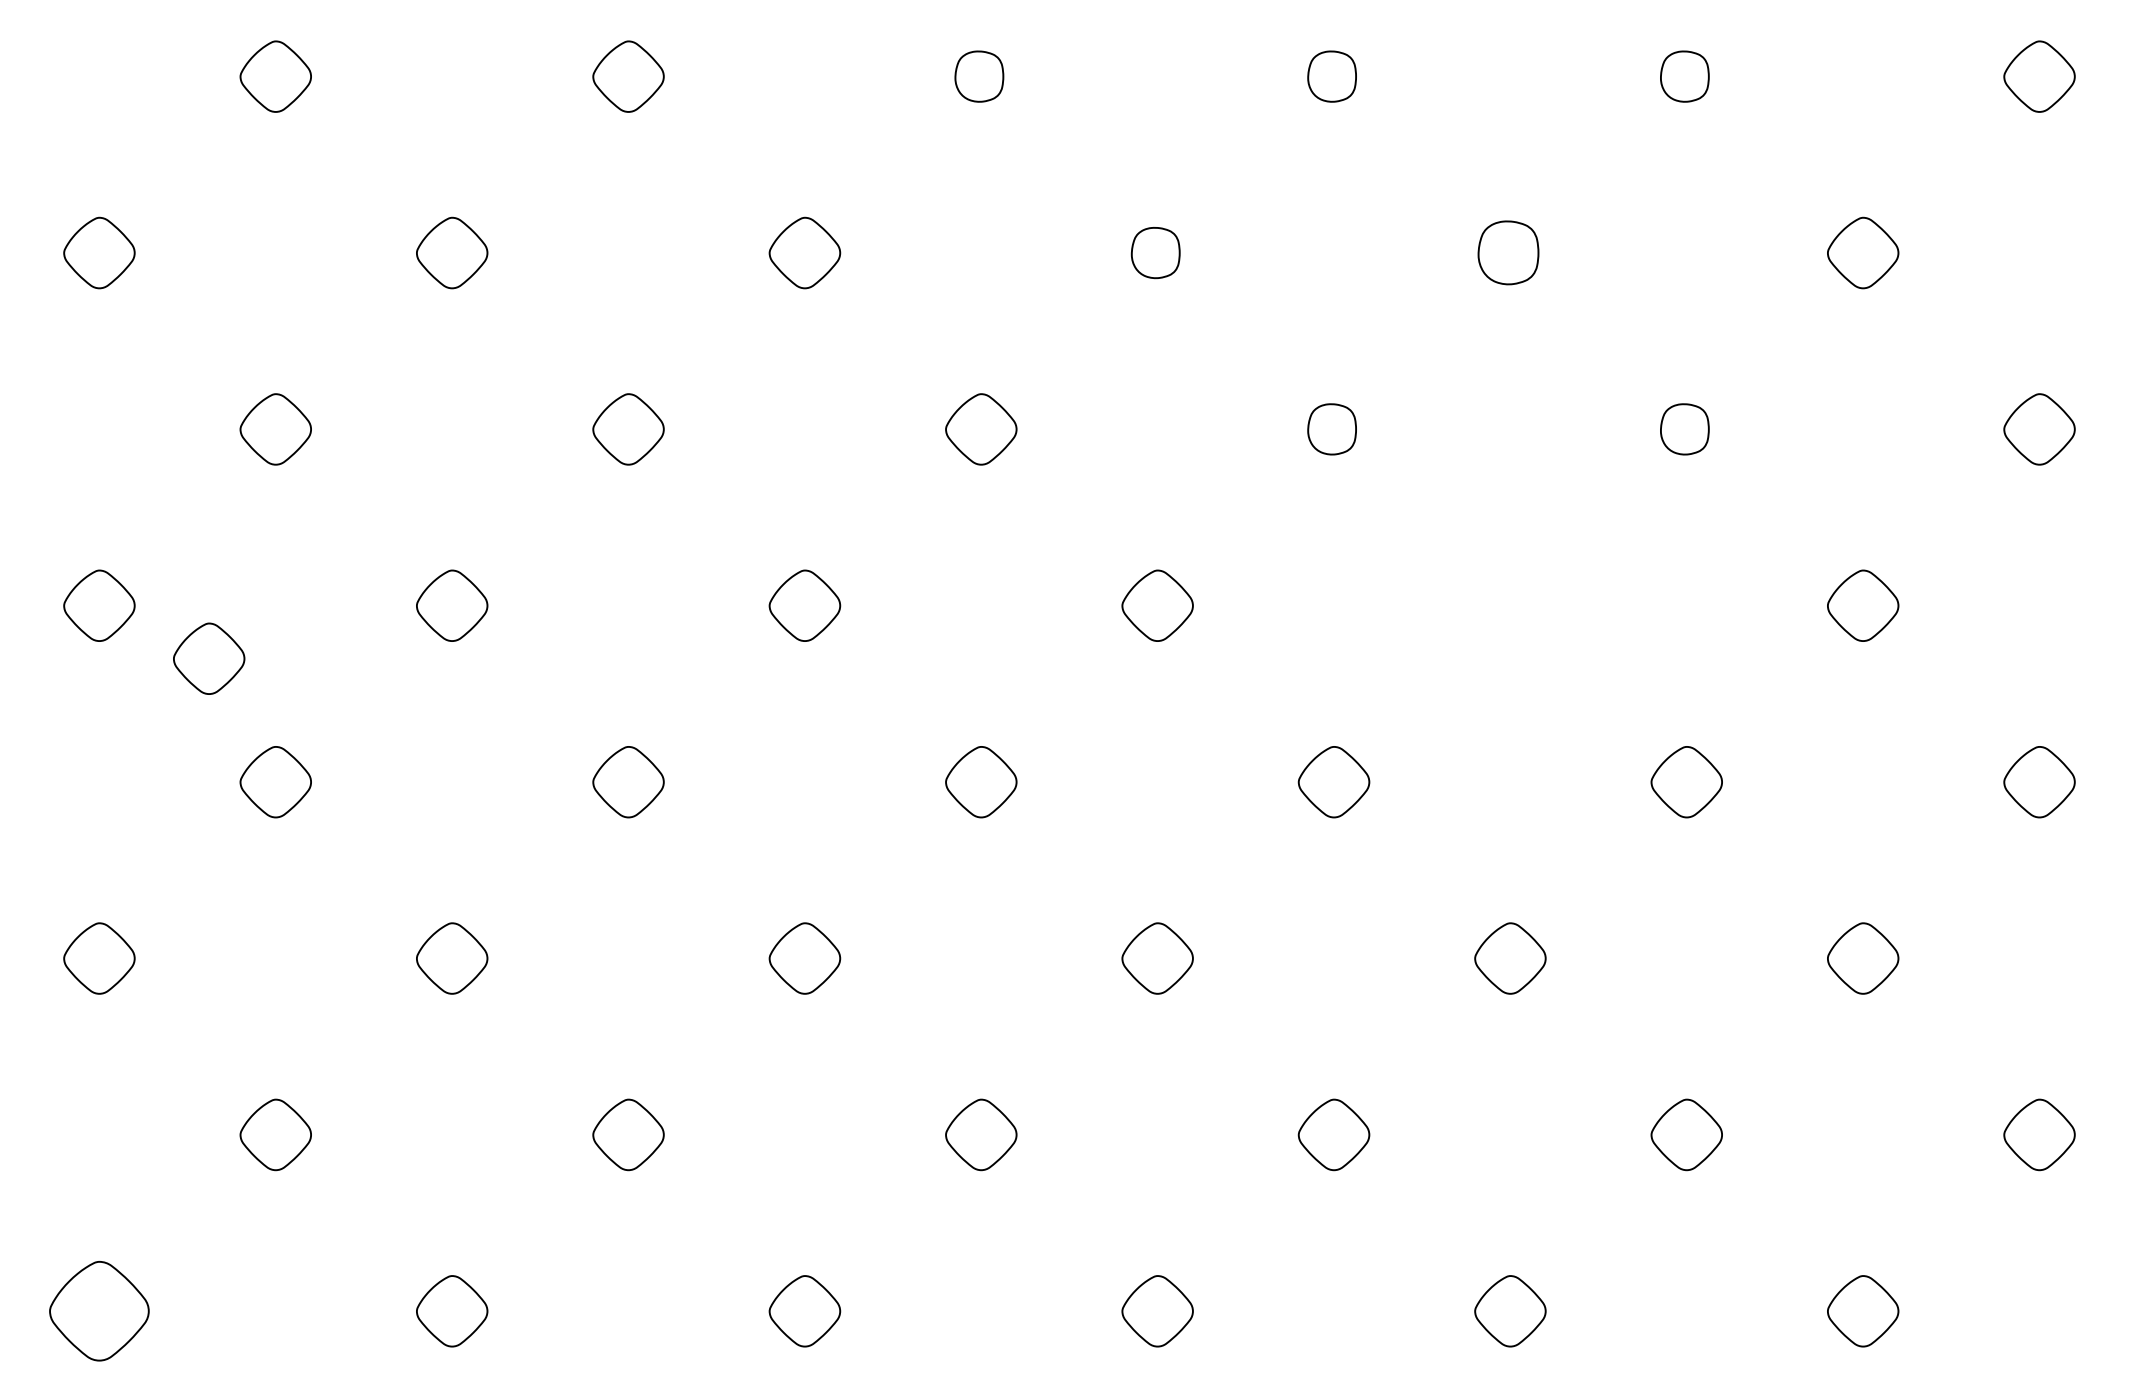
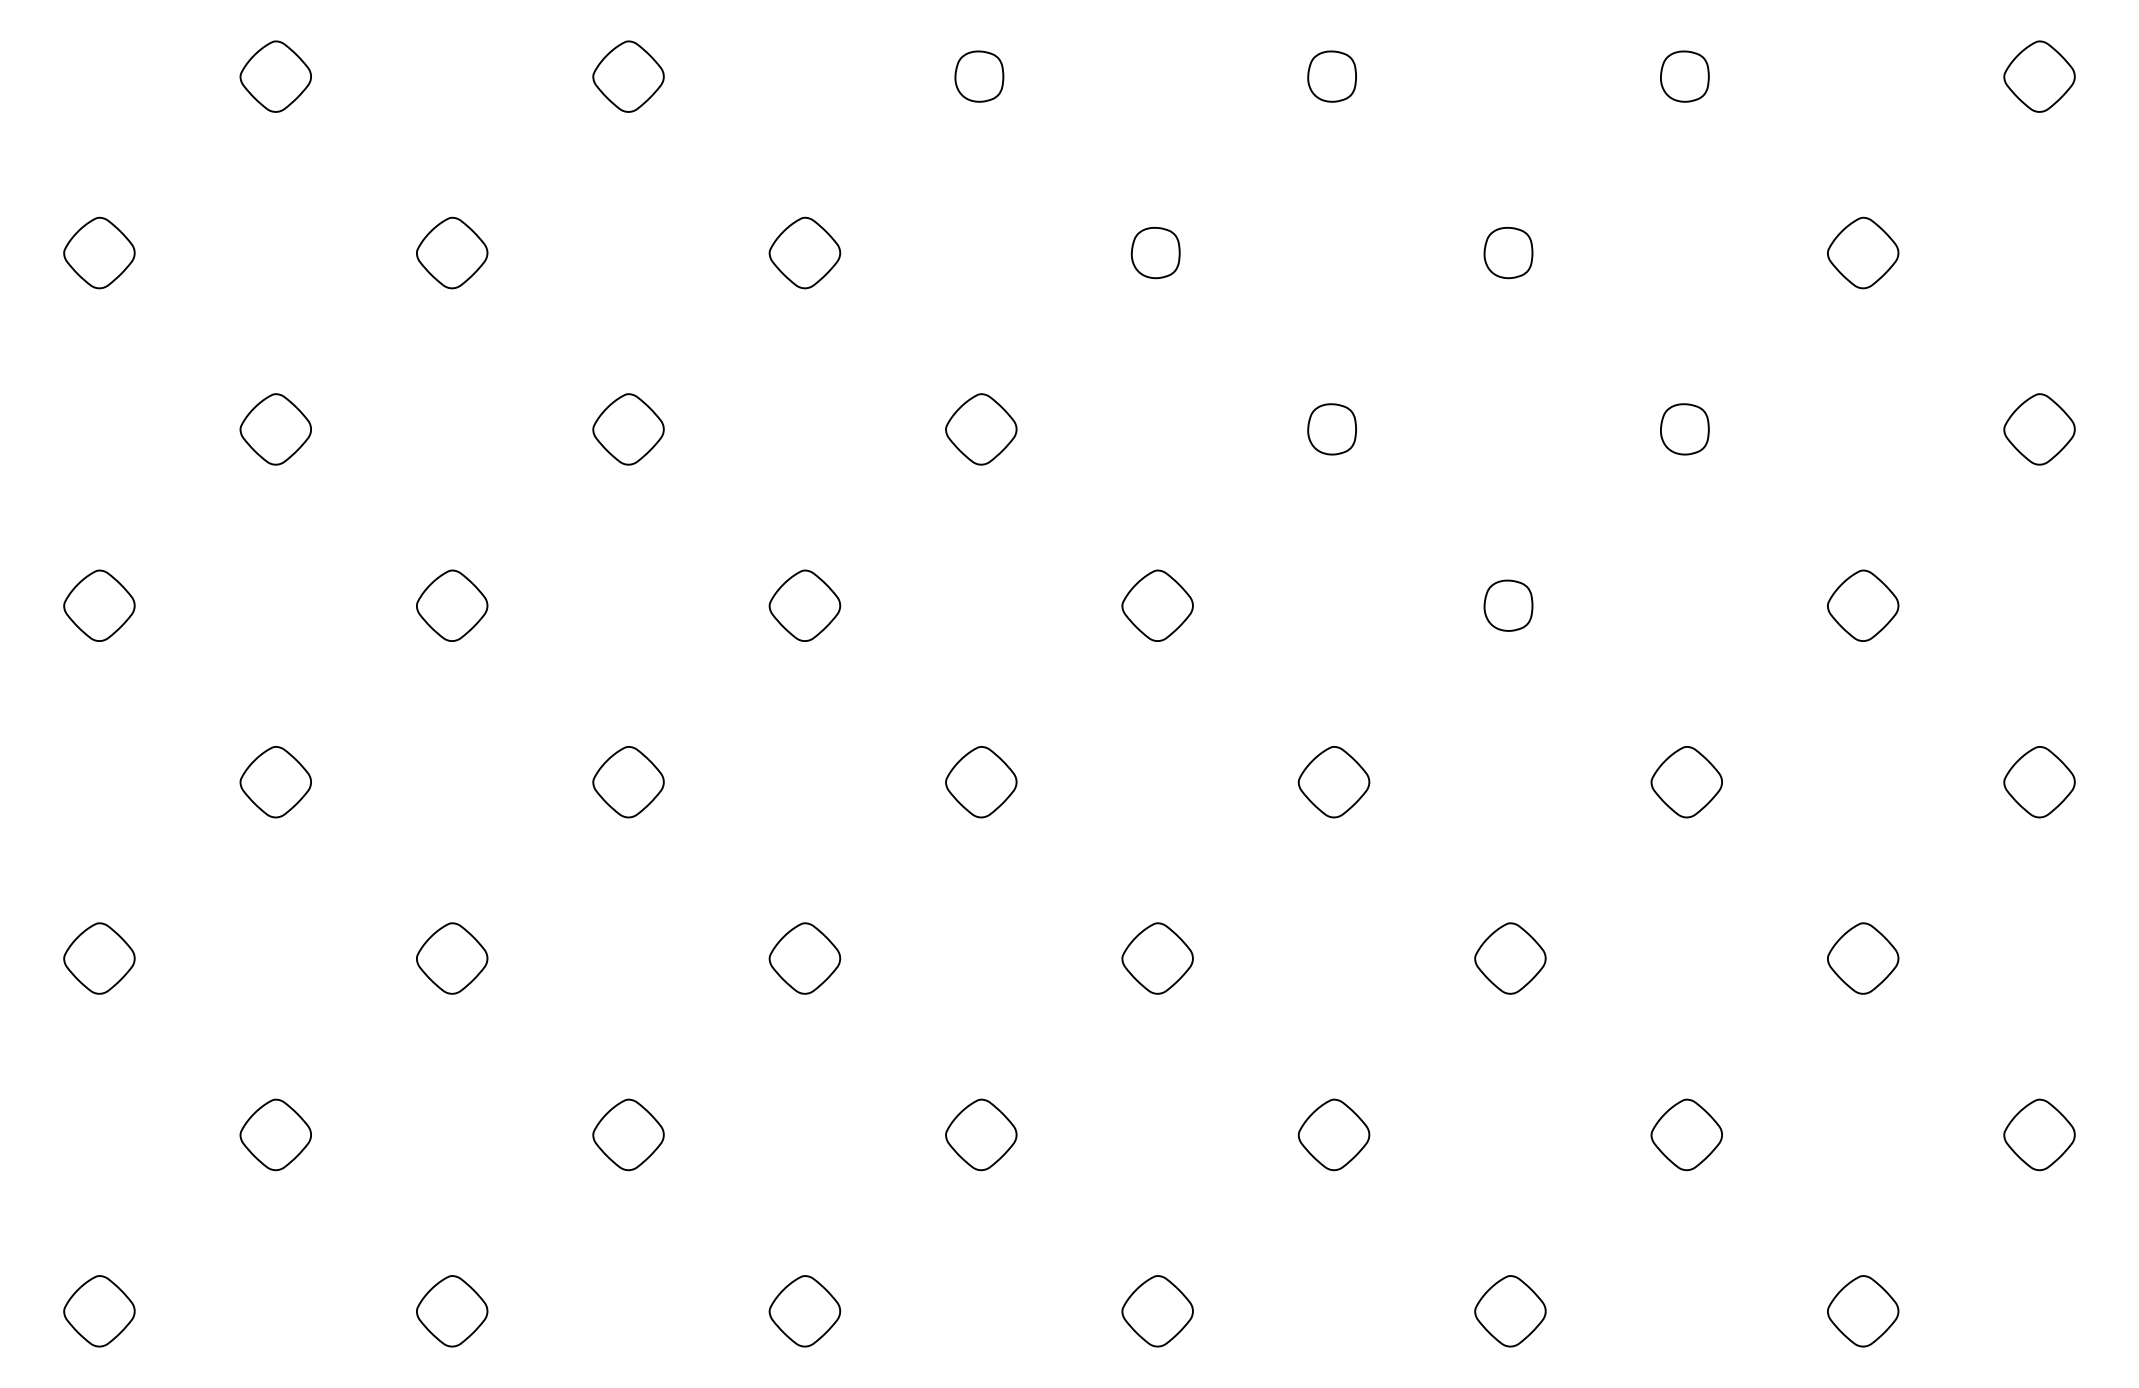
part at (1508, 252) size: 63x66 px -> 51x53 px
part at (1508, 605): none -> present
part at (209, 658): present -> none
part at (99, 1311) size: 101x101 px -> 73x73 px
